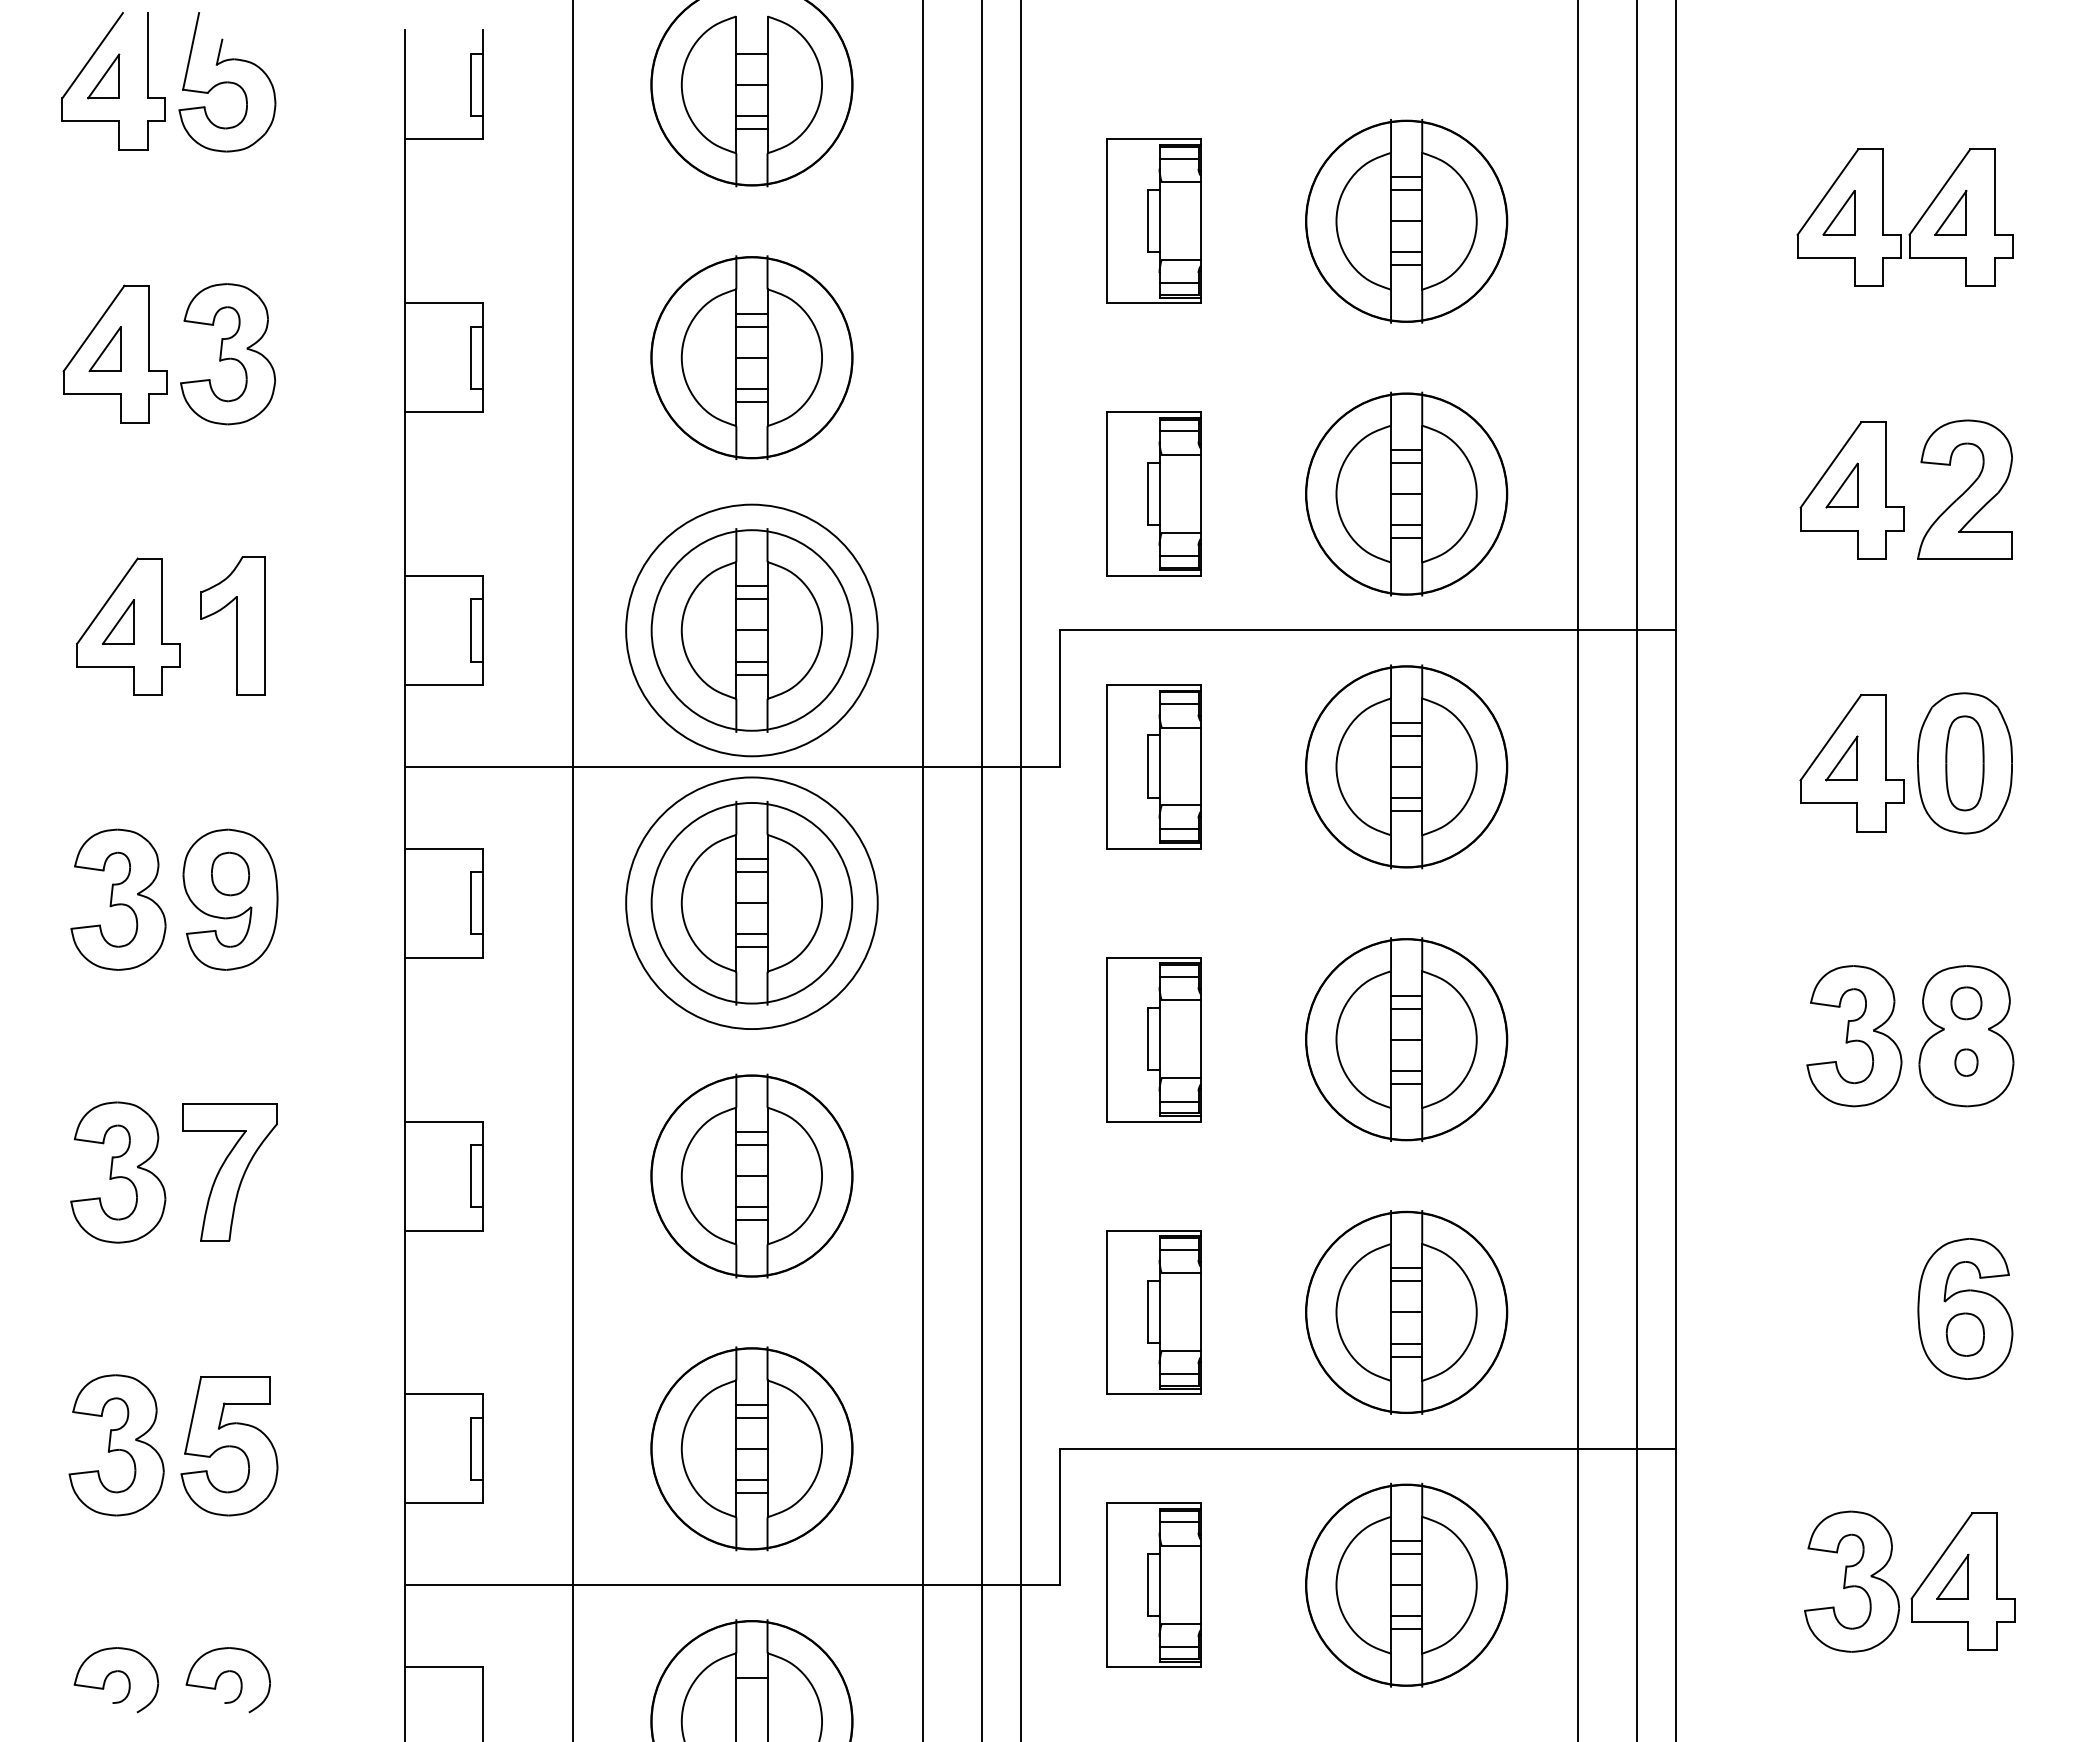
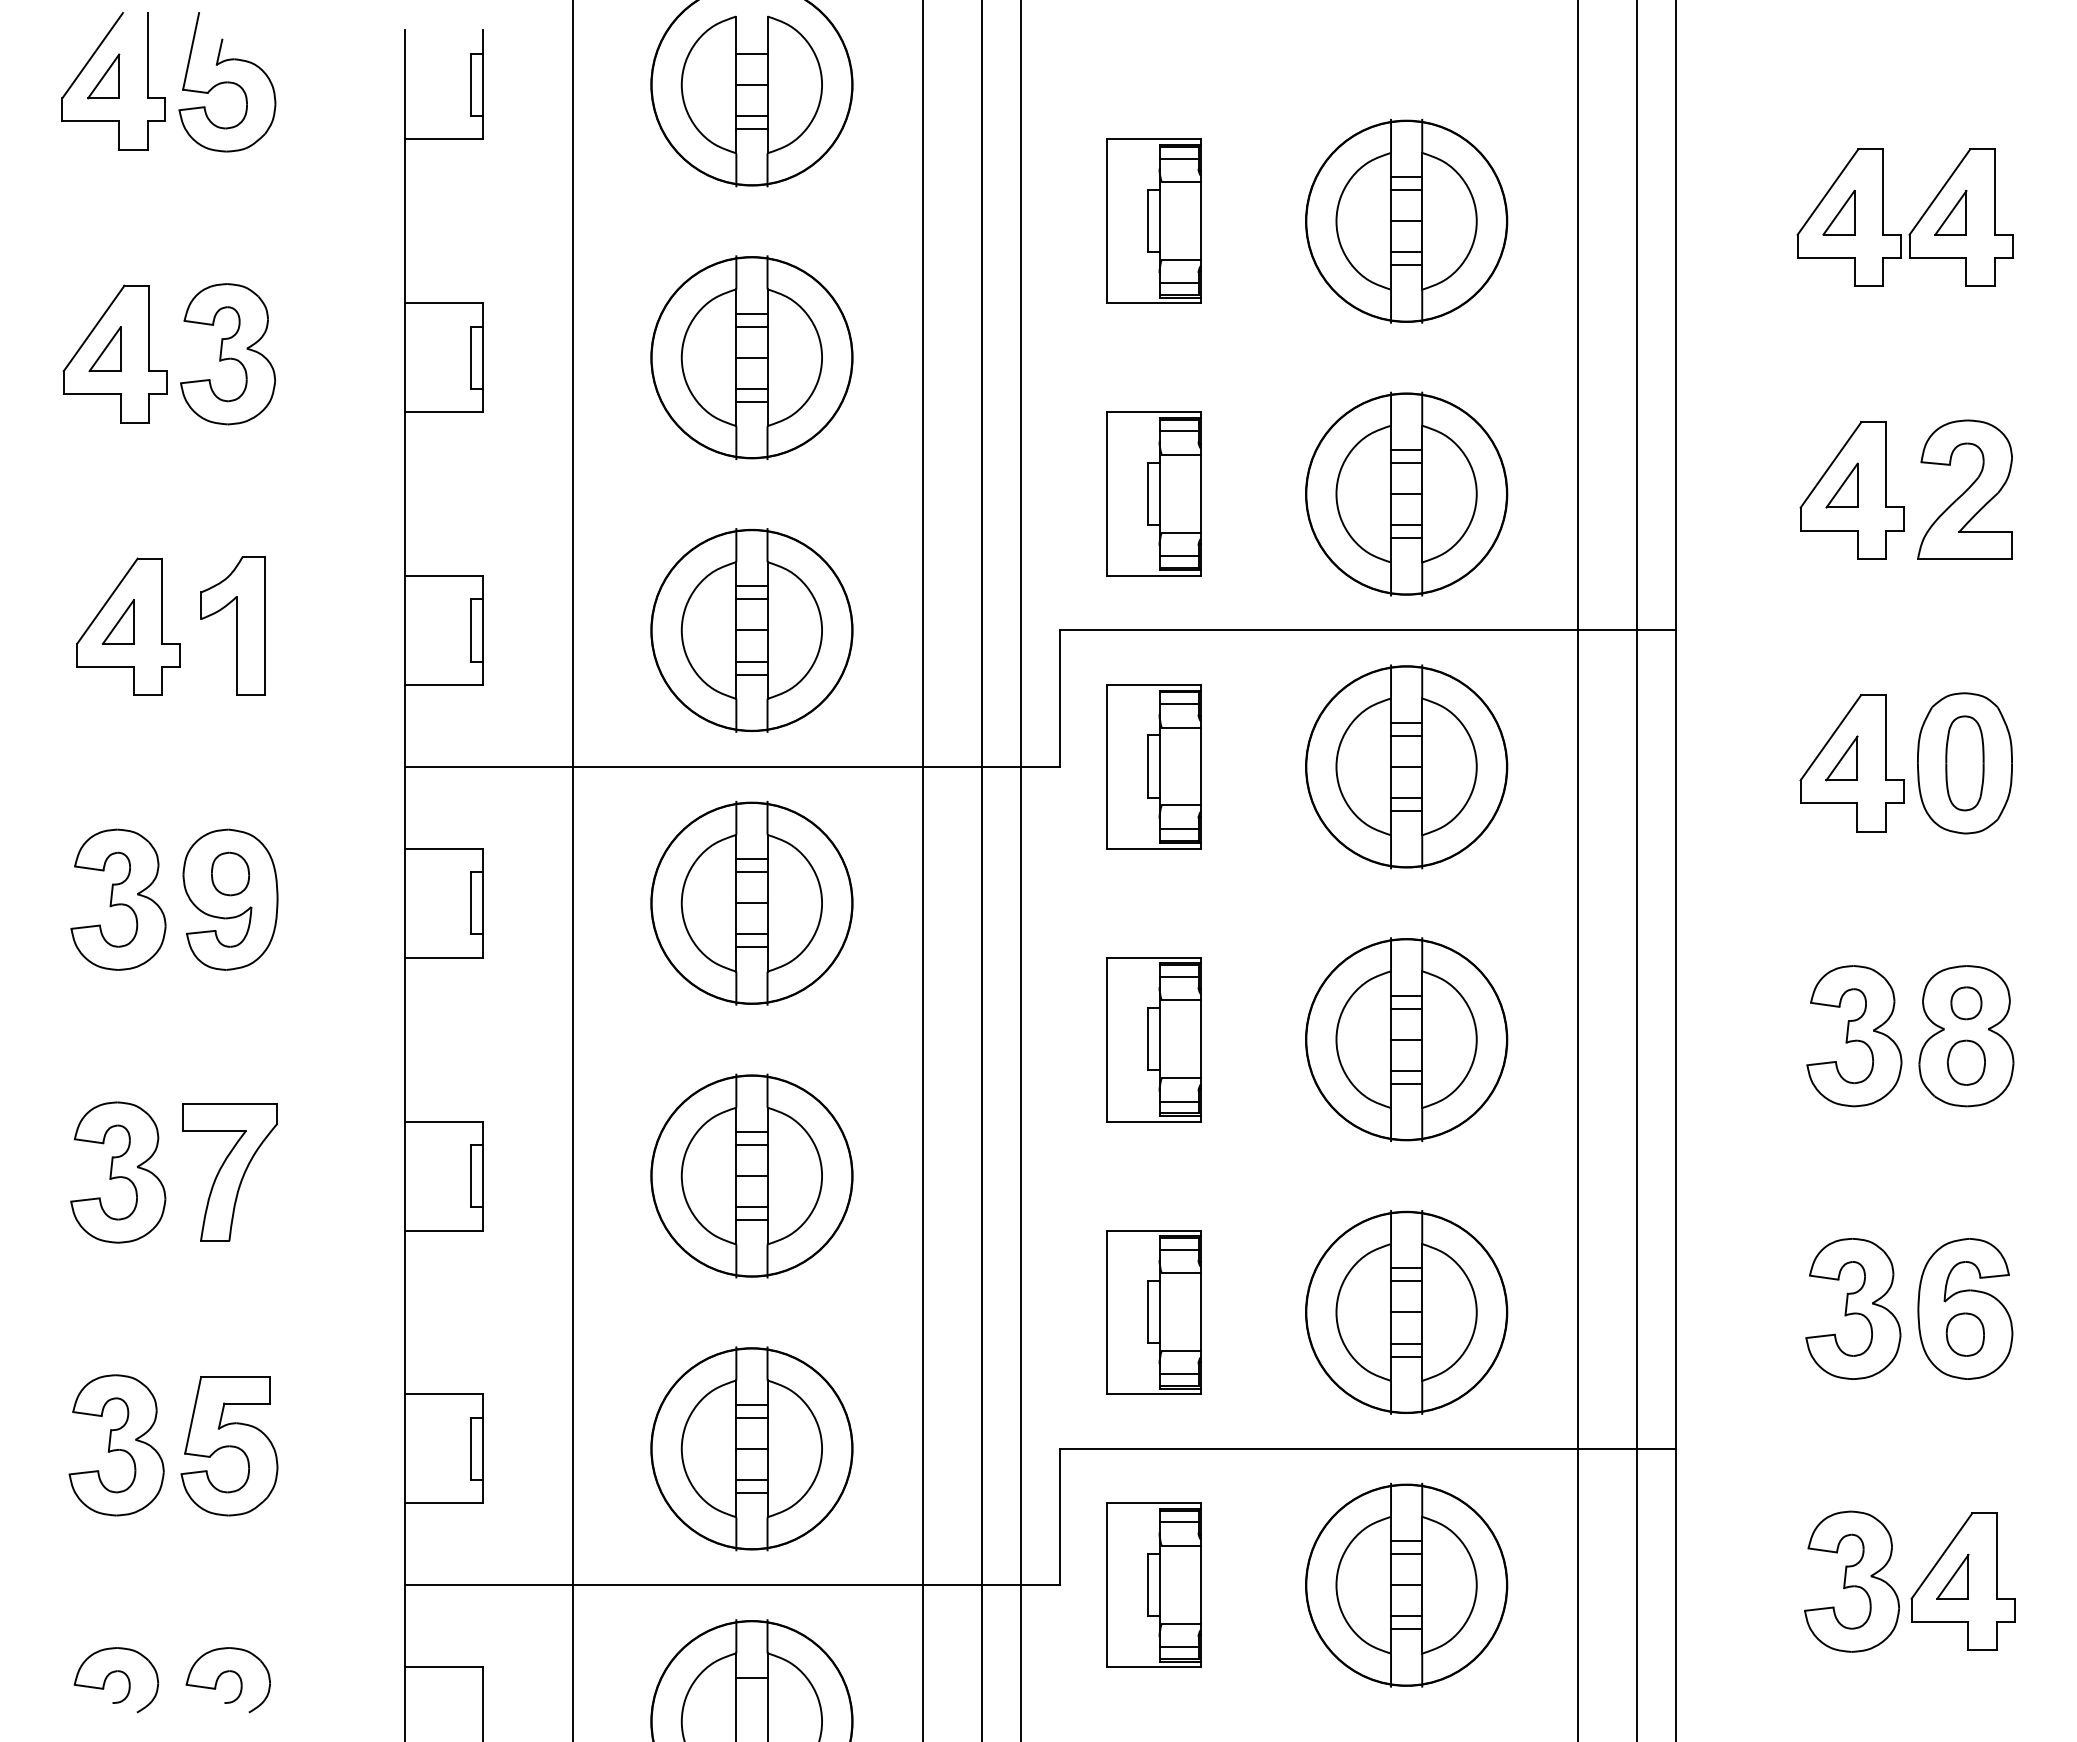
circle at (751, 630) diameter: 252 px -> 201 px
circle at (751, 903) diameter: 252 px -> 201 px
part at (1966, 1062) size: 25x29 px -> 39x47 px
part at (1853, 1308): none -> present
